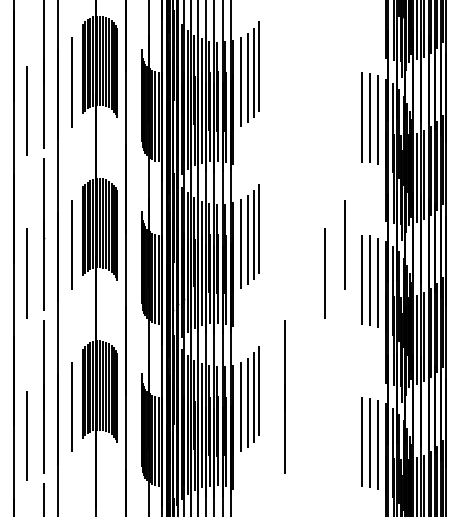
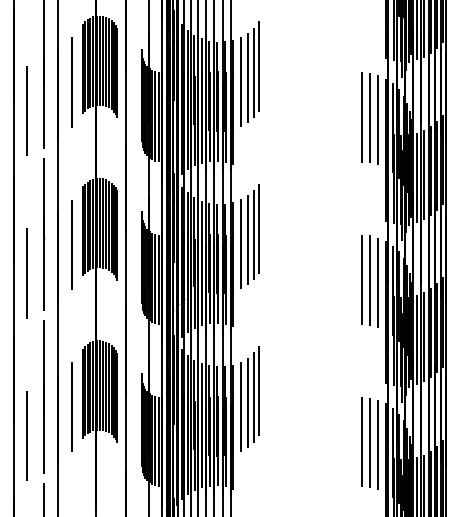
line at (344, 244): present -> none
line at (324, 273): present -> none
line at (284, 396): present -> none
